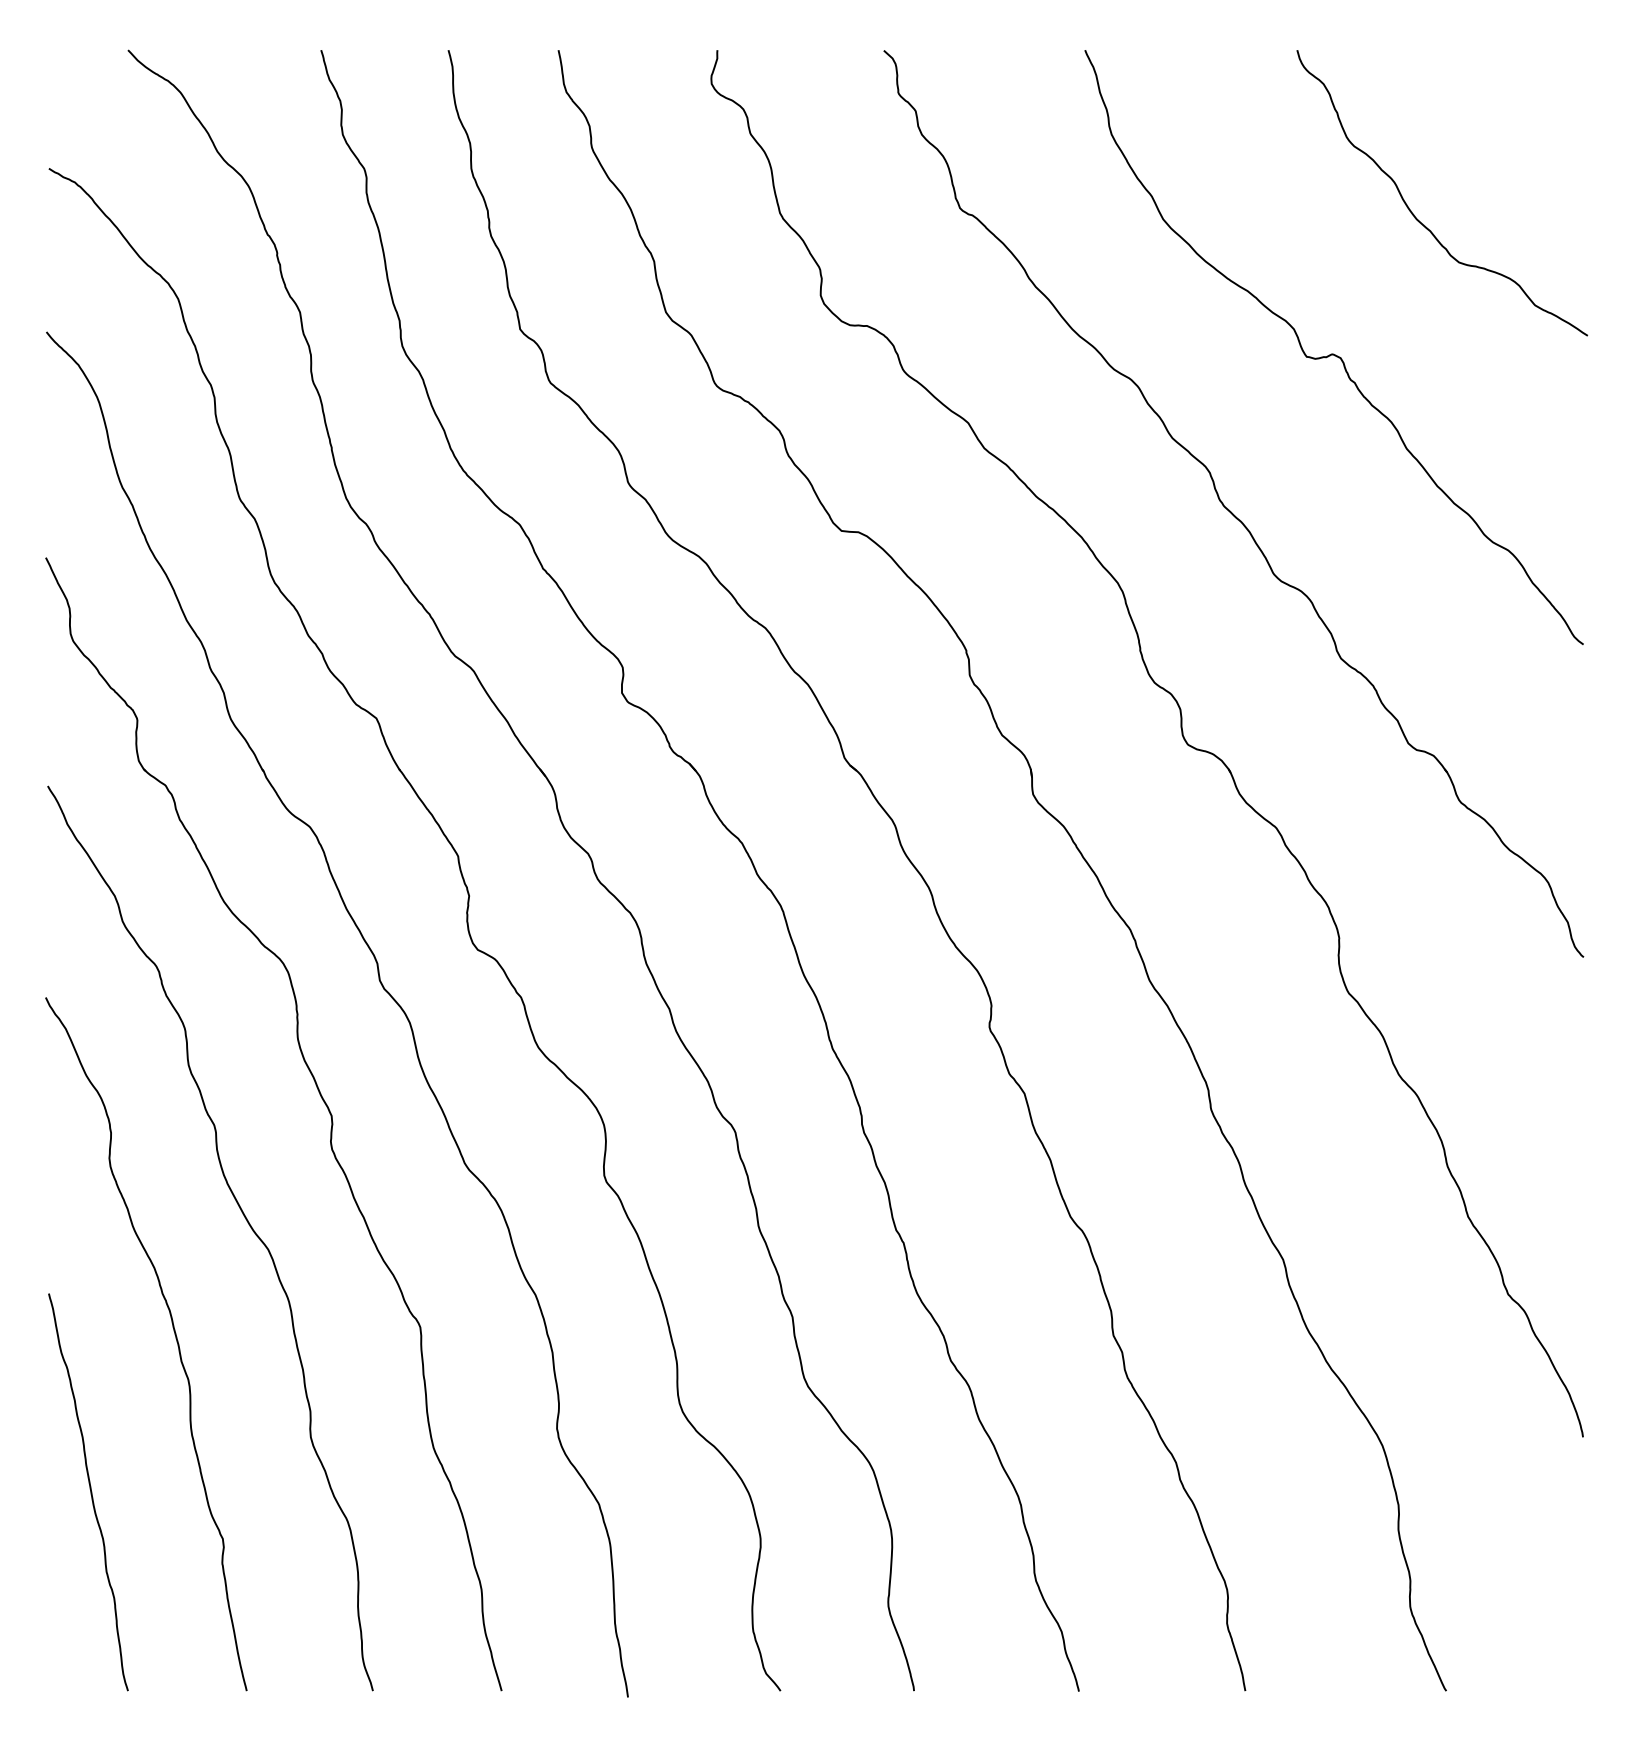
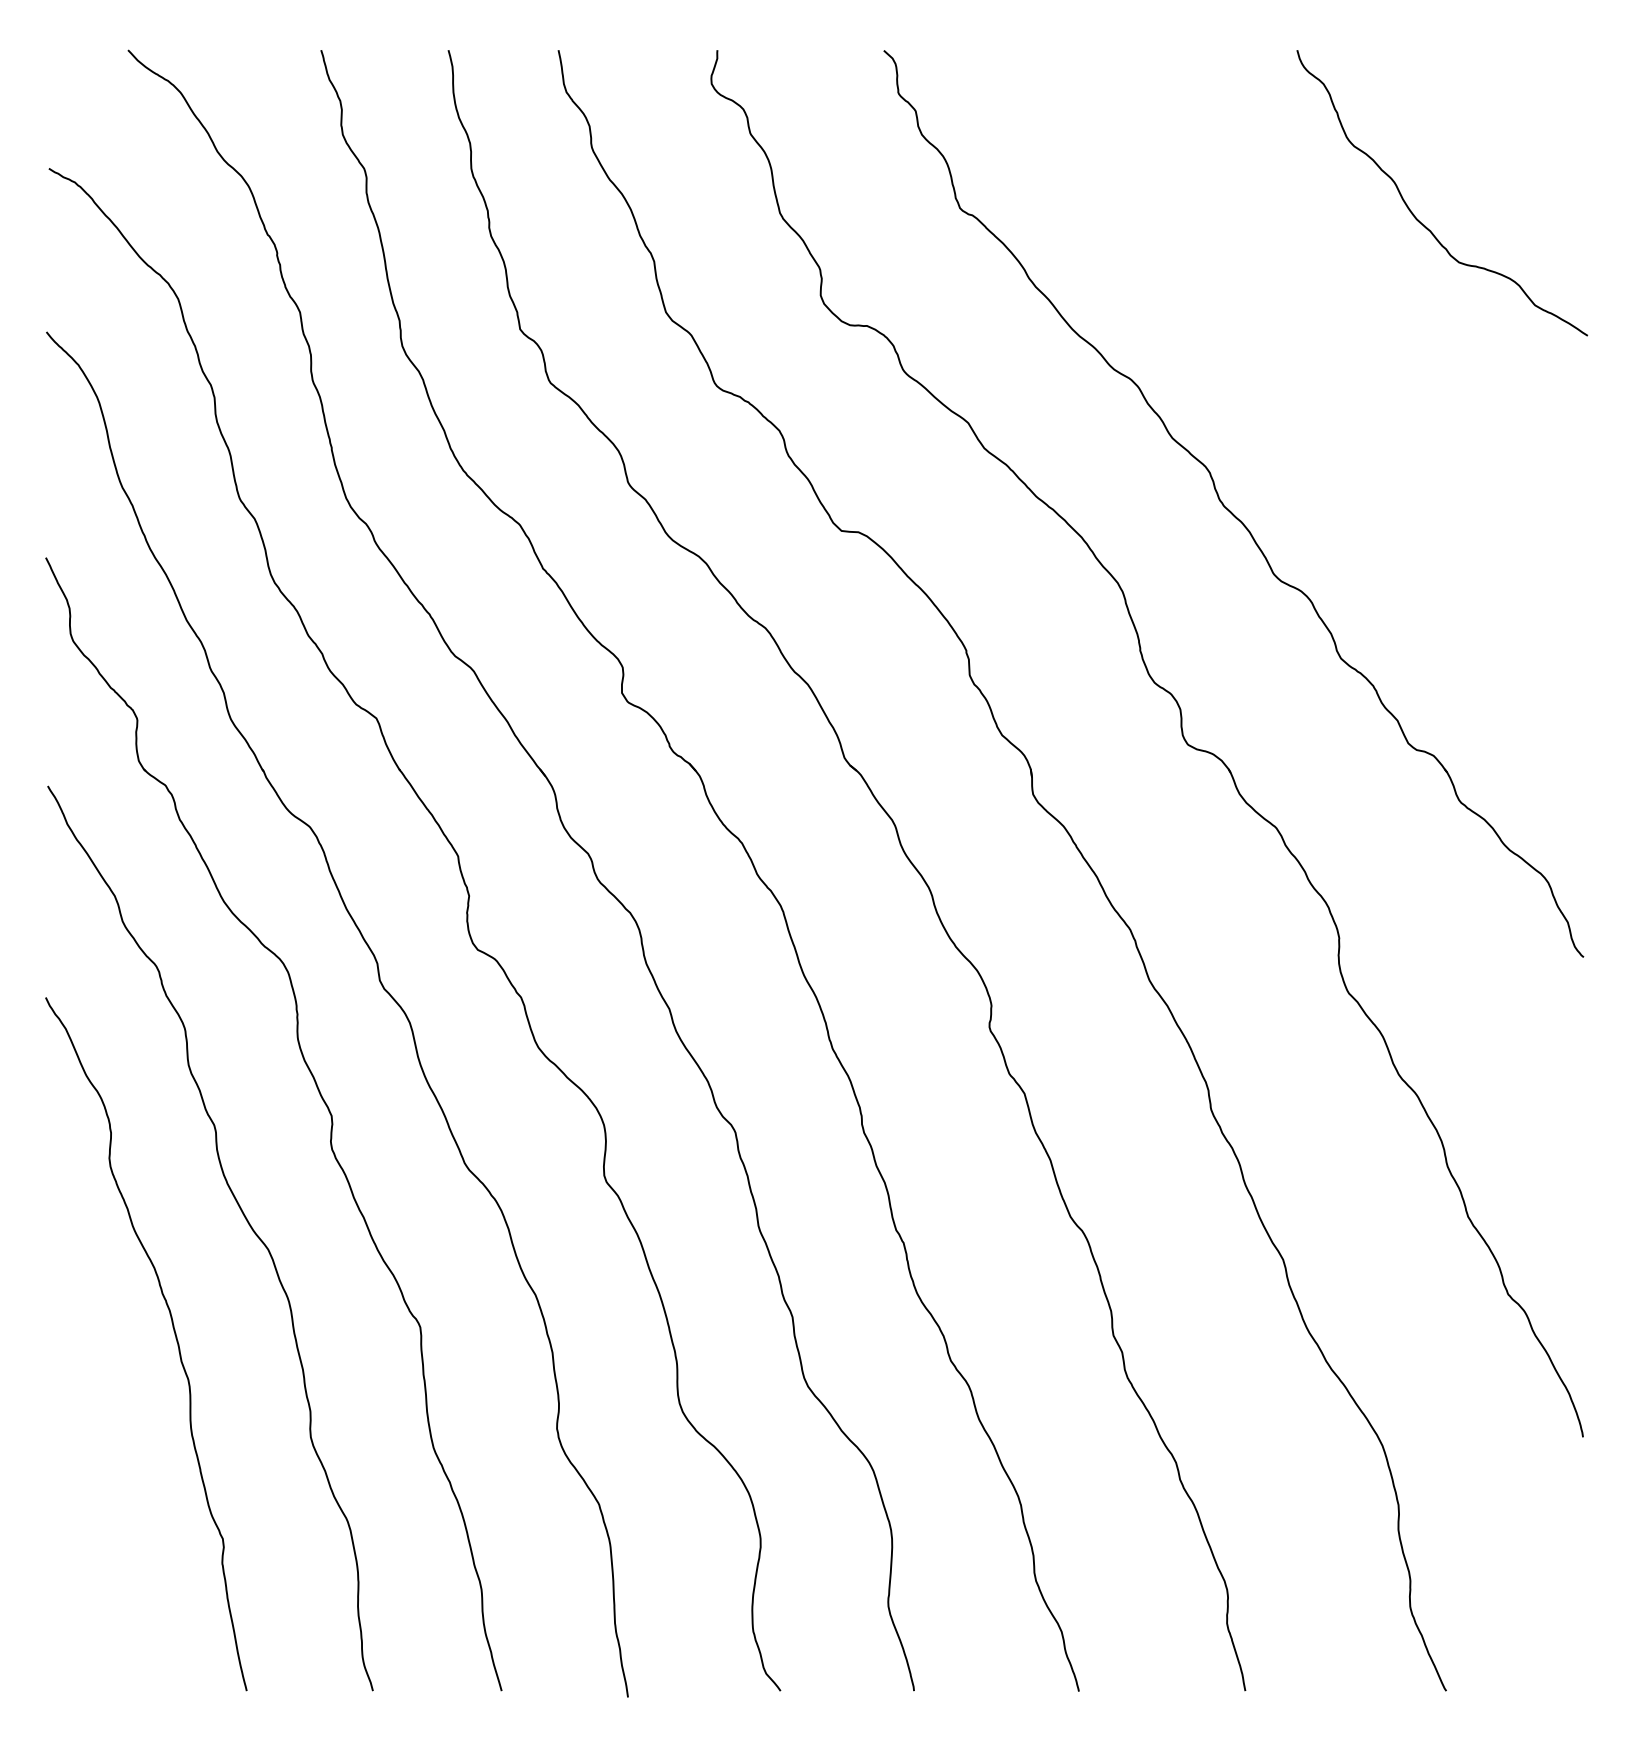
curve at (1333, 353): present -> none
curve at (90, 1492): present -> none
